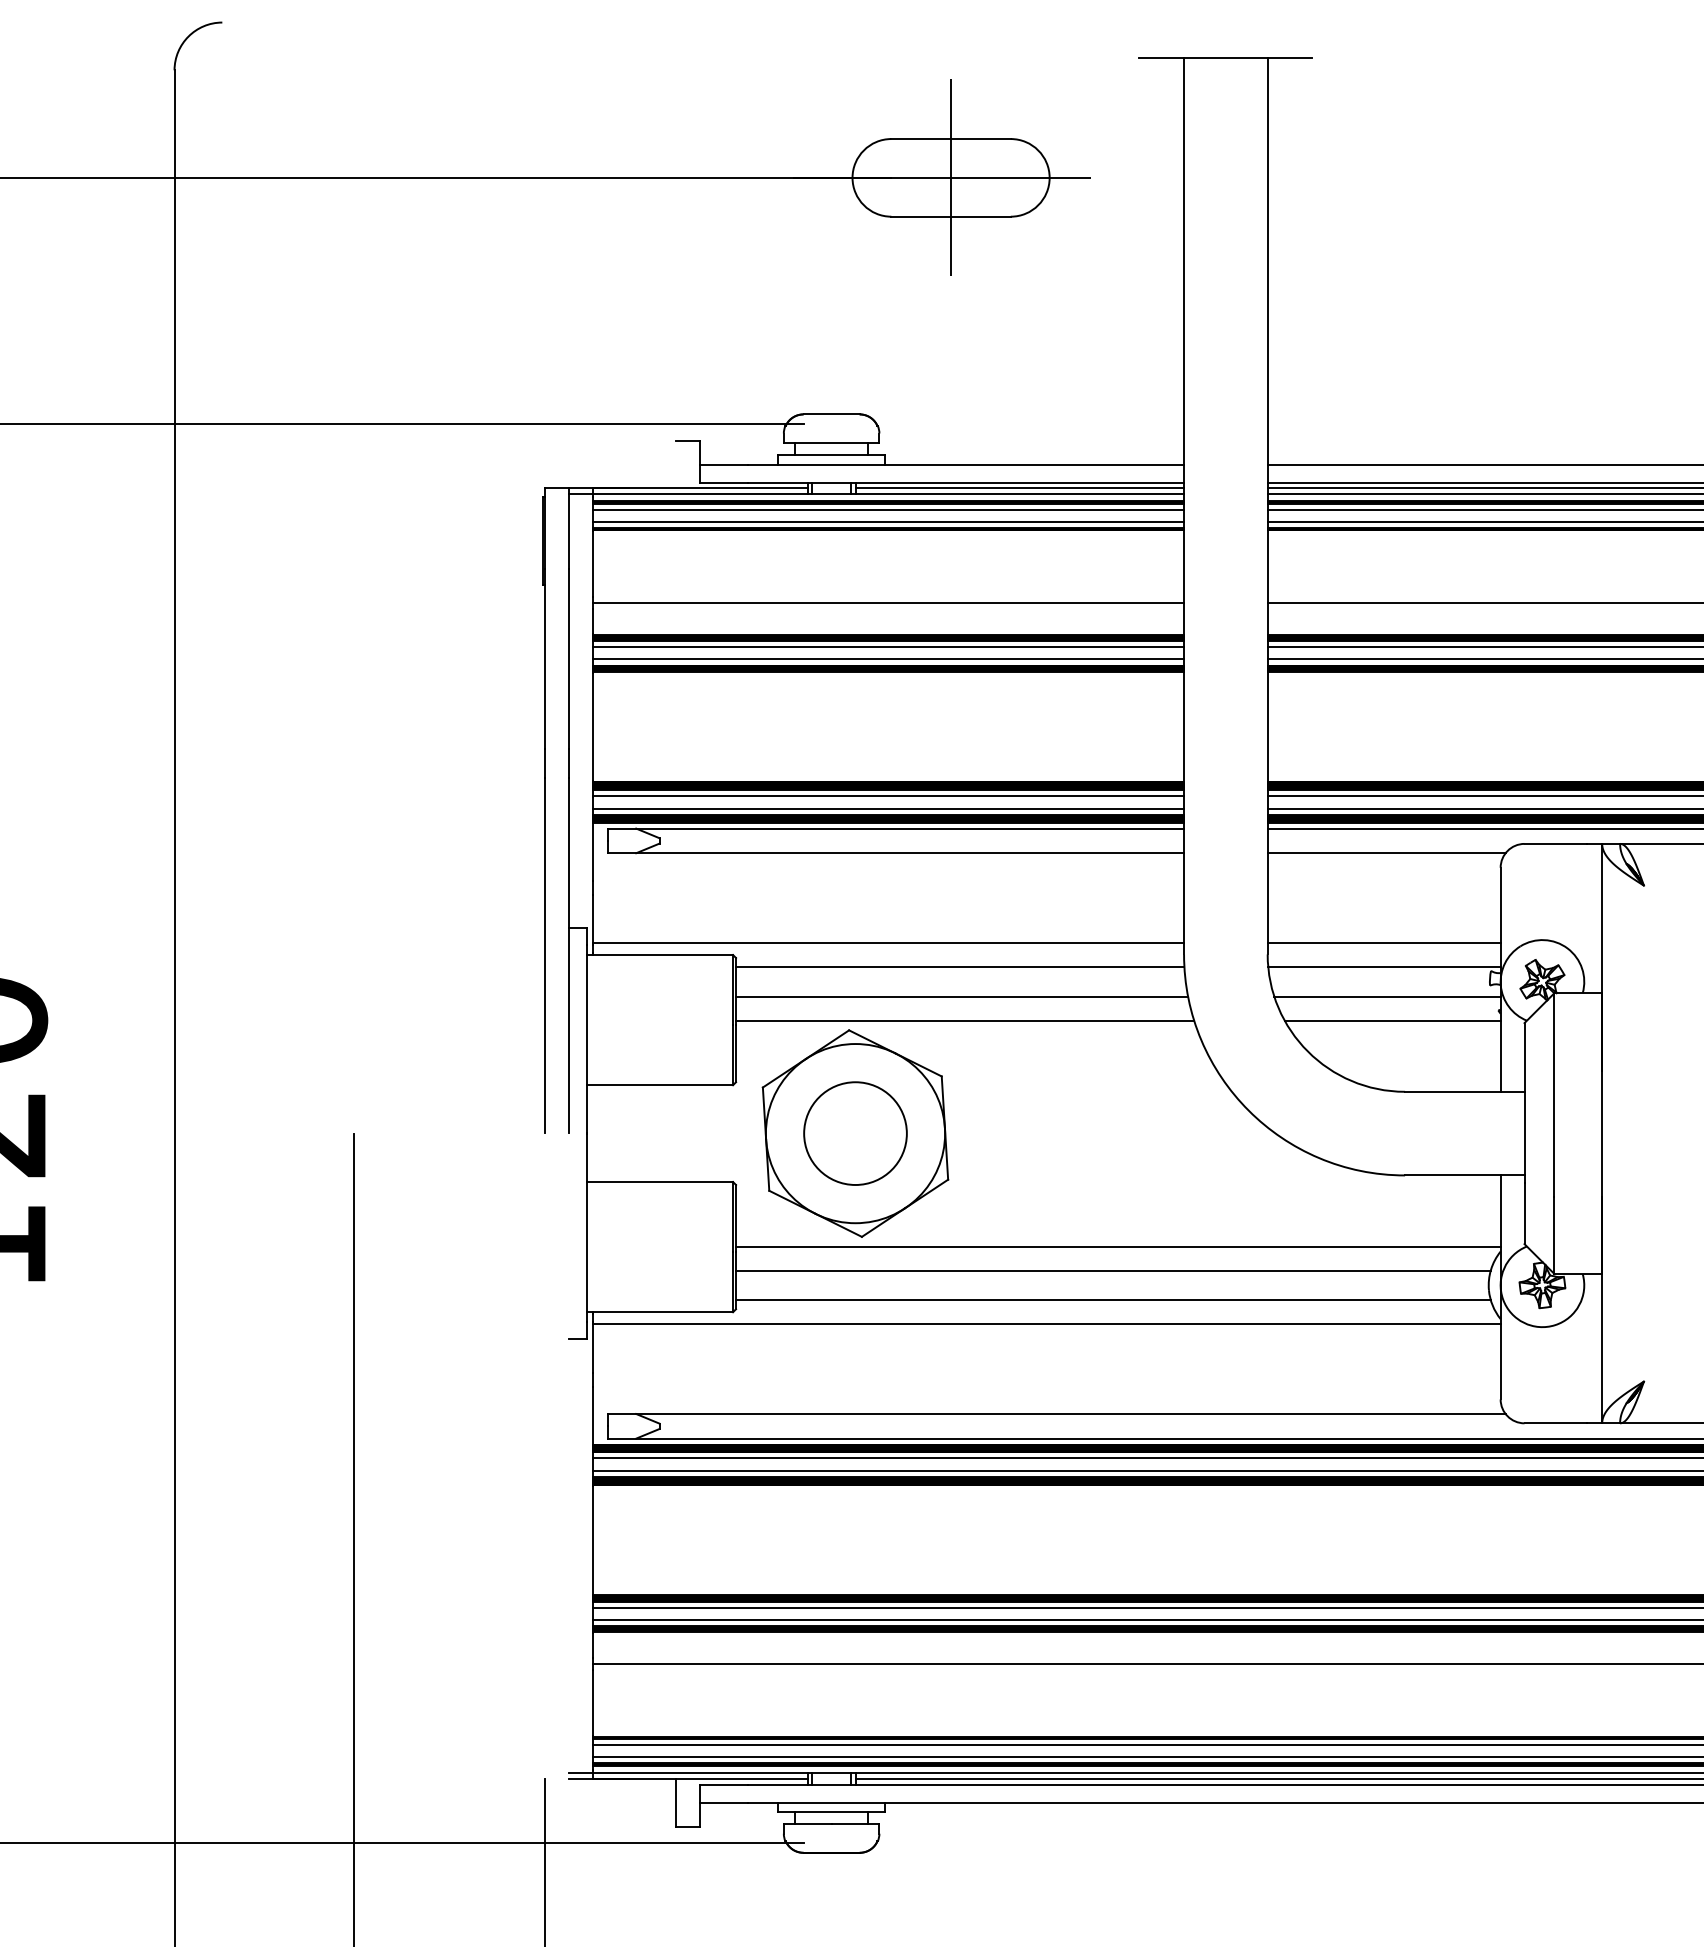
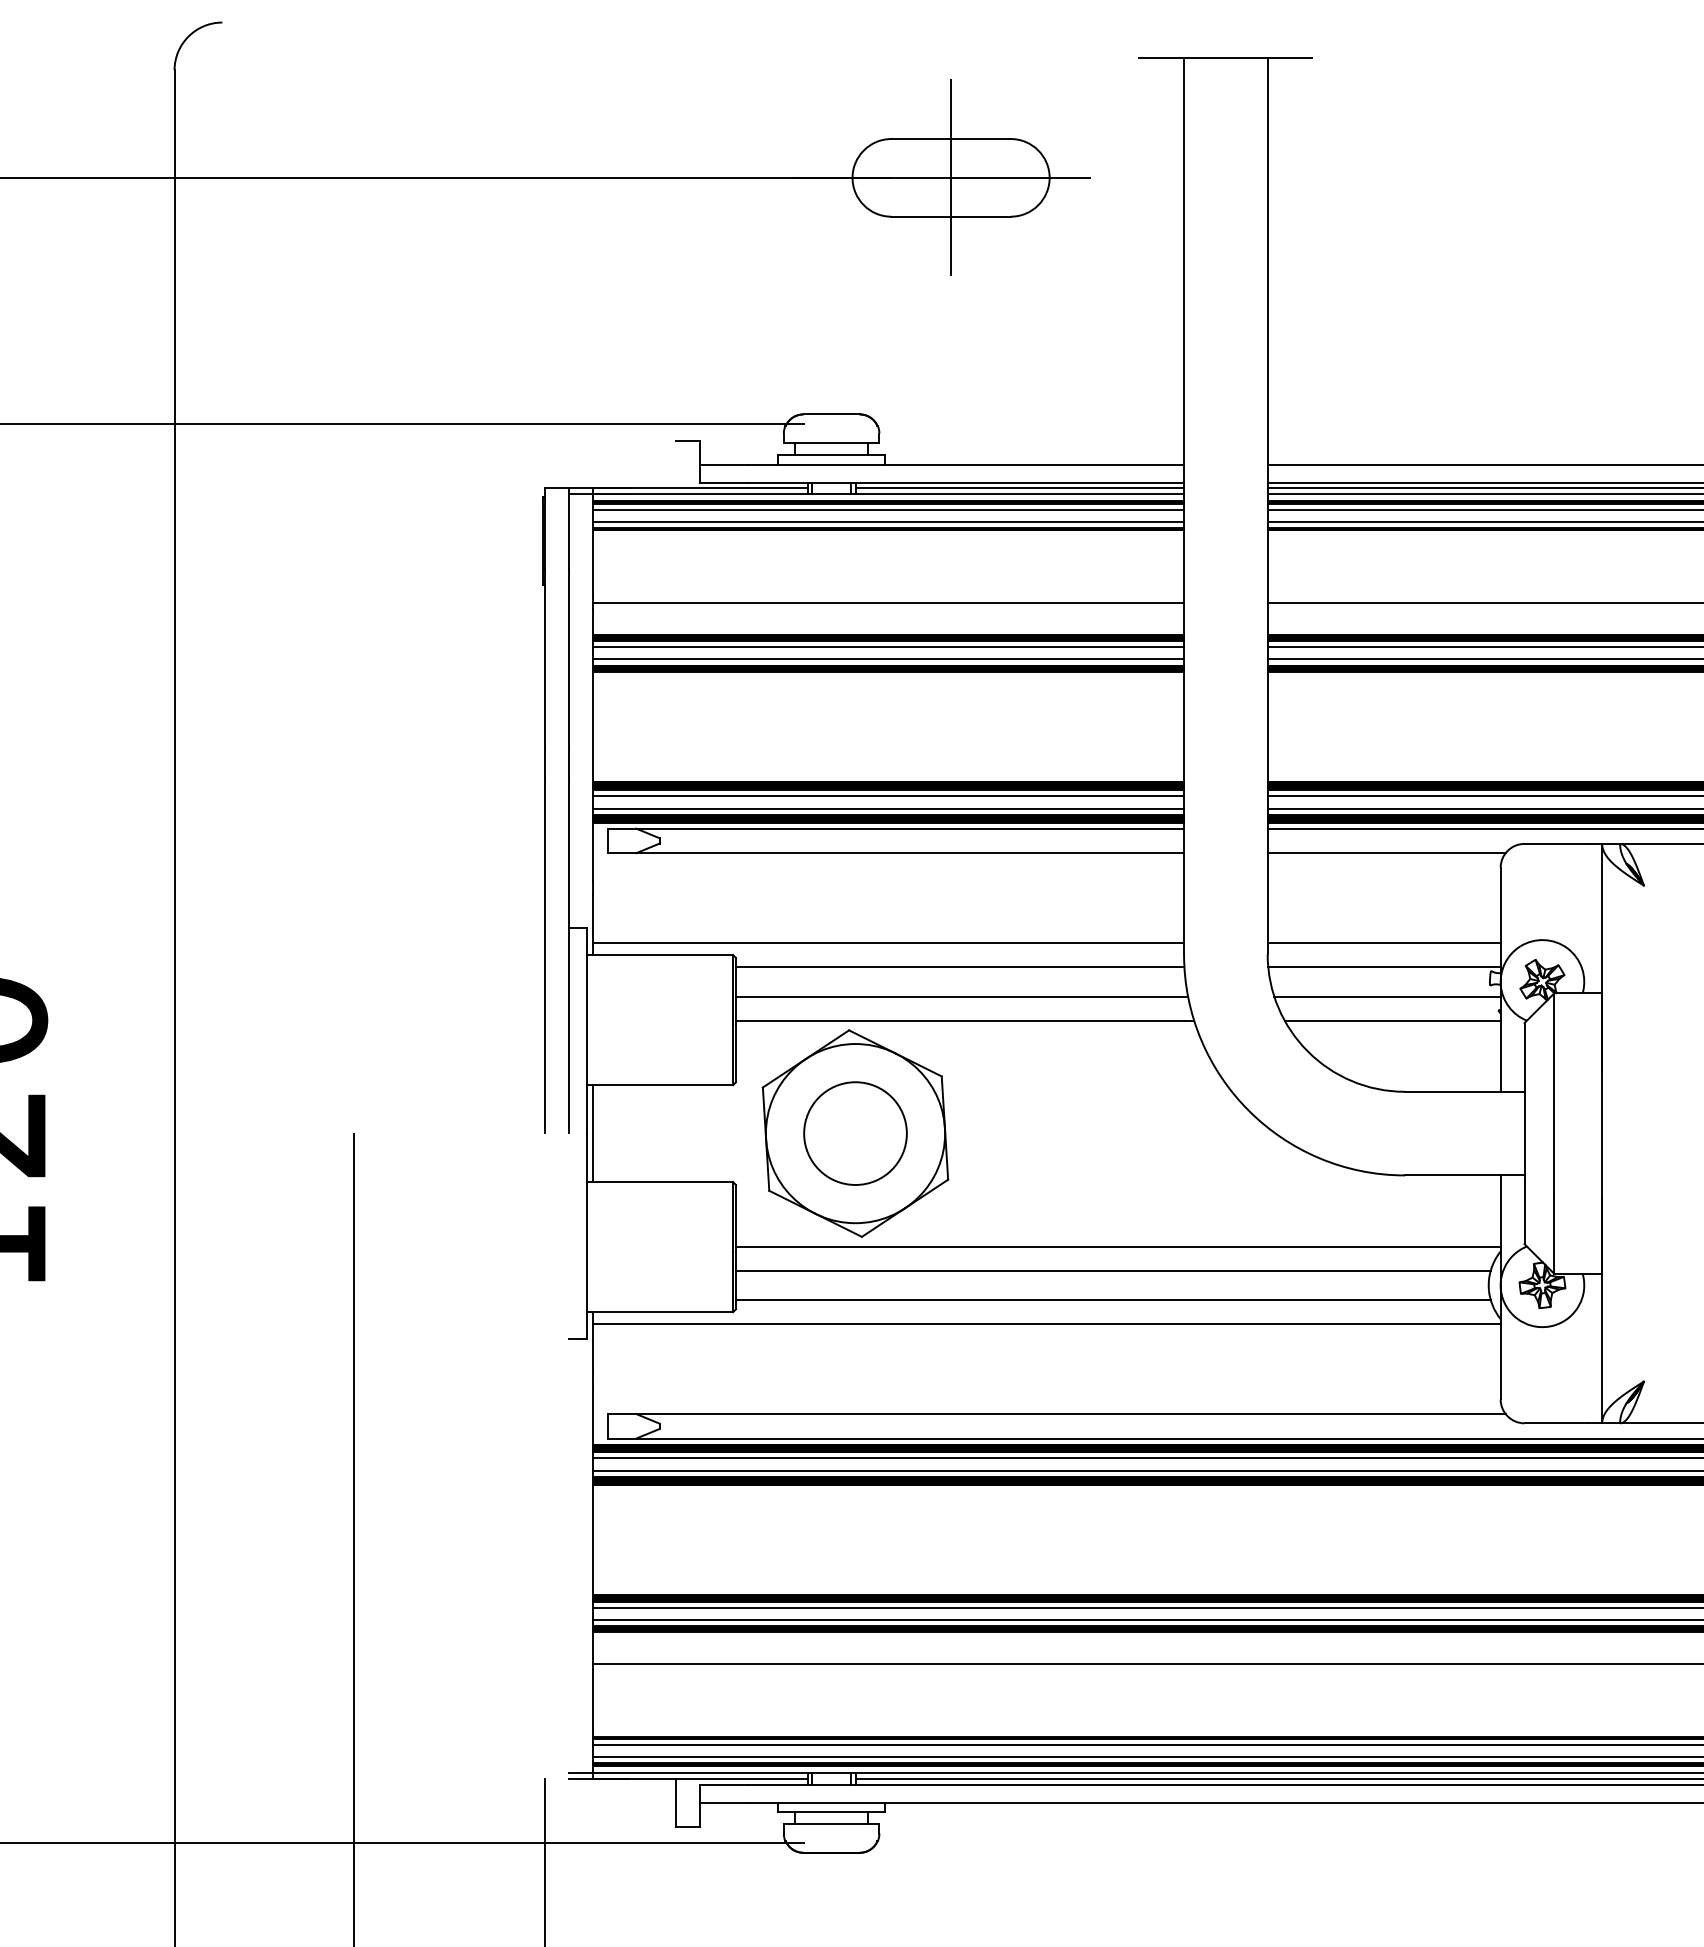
line at (592, 1133): none -> present
